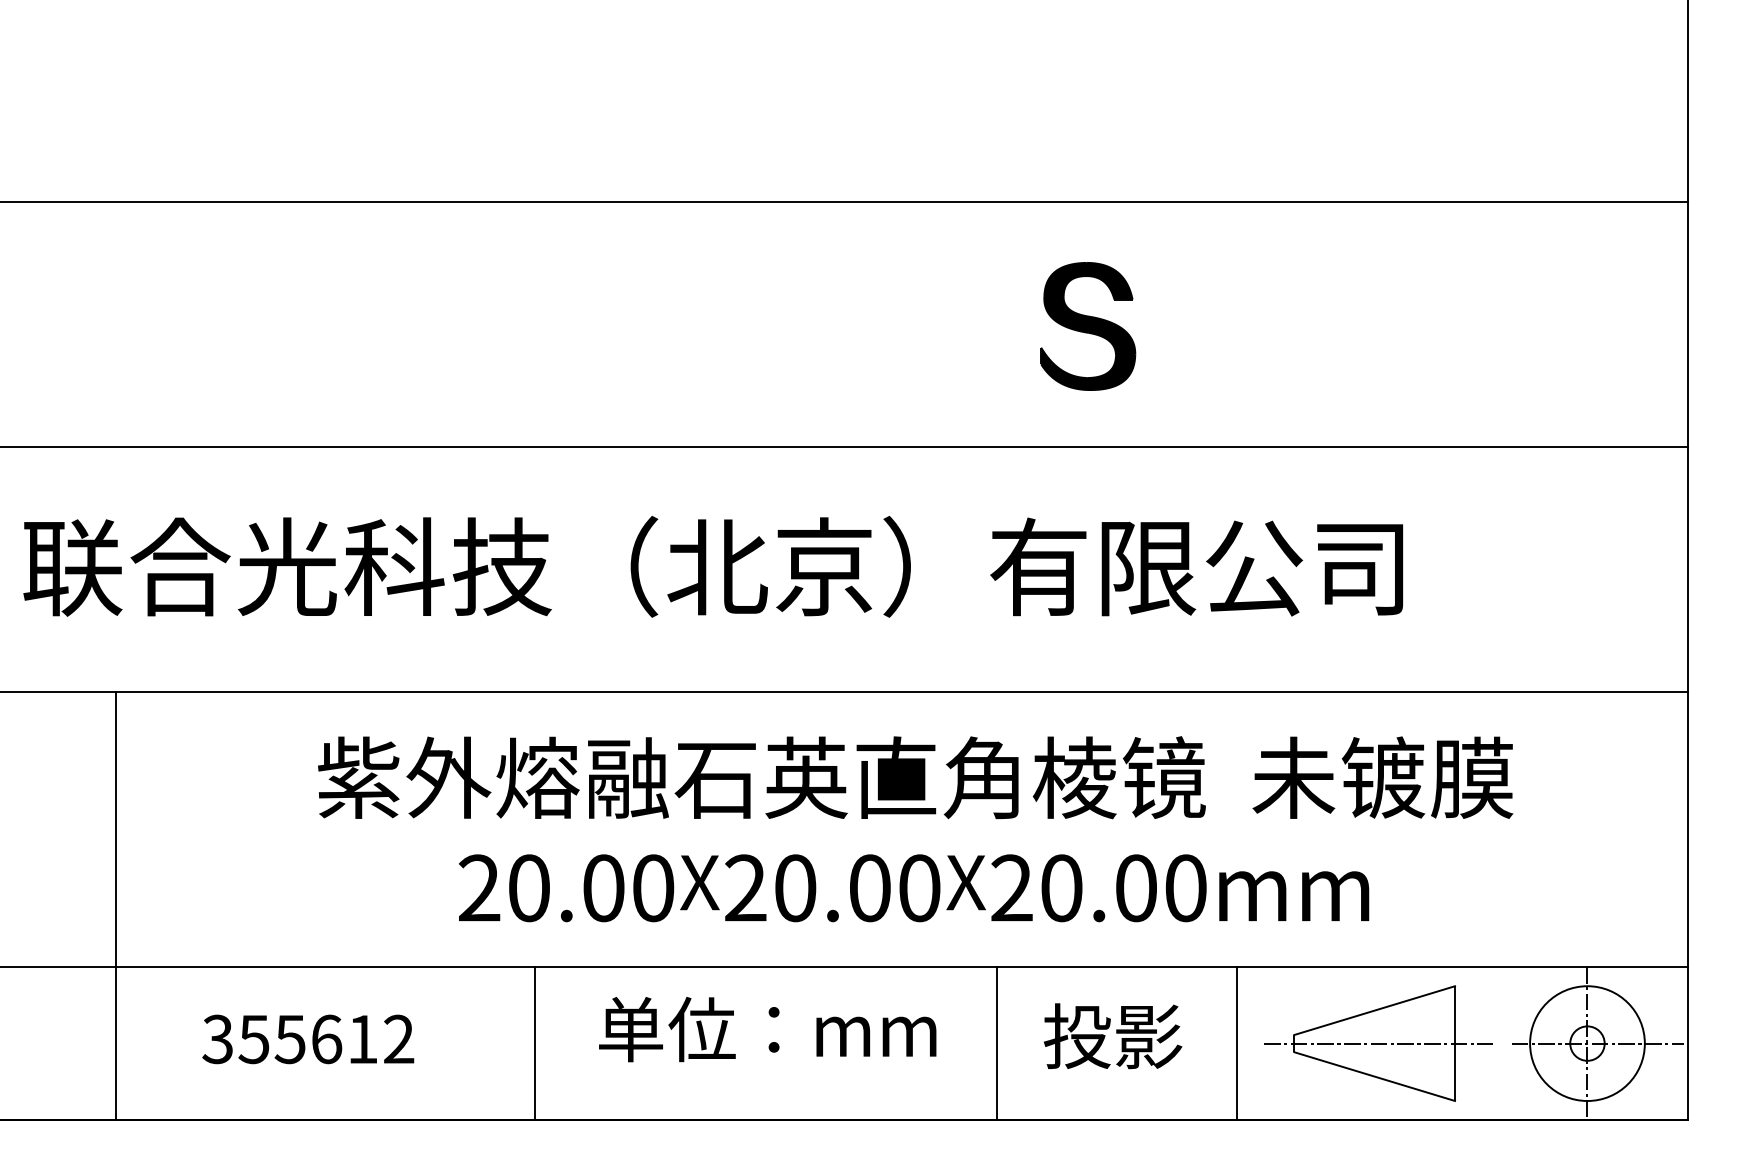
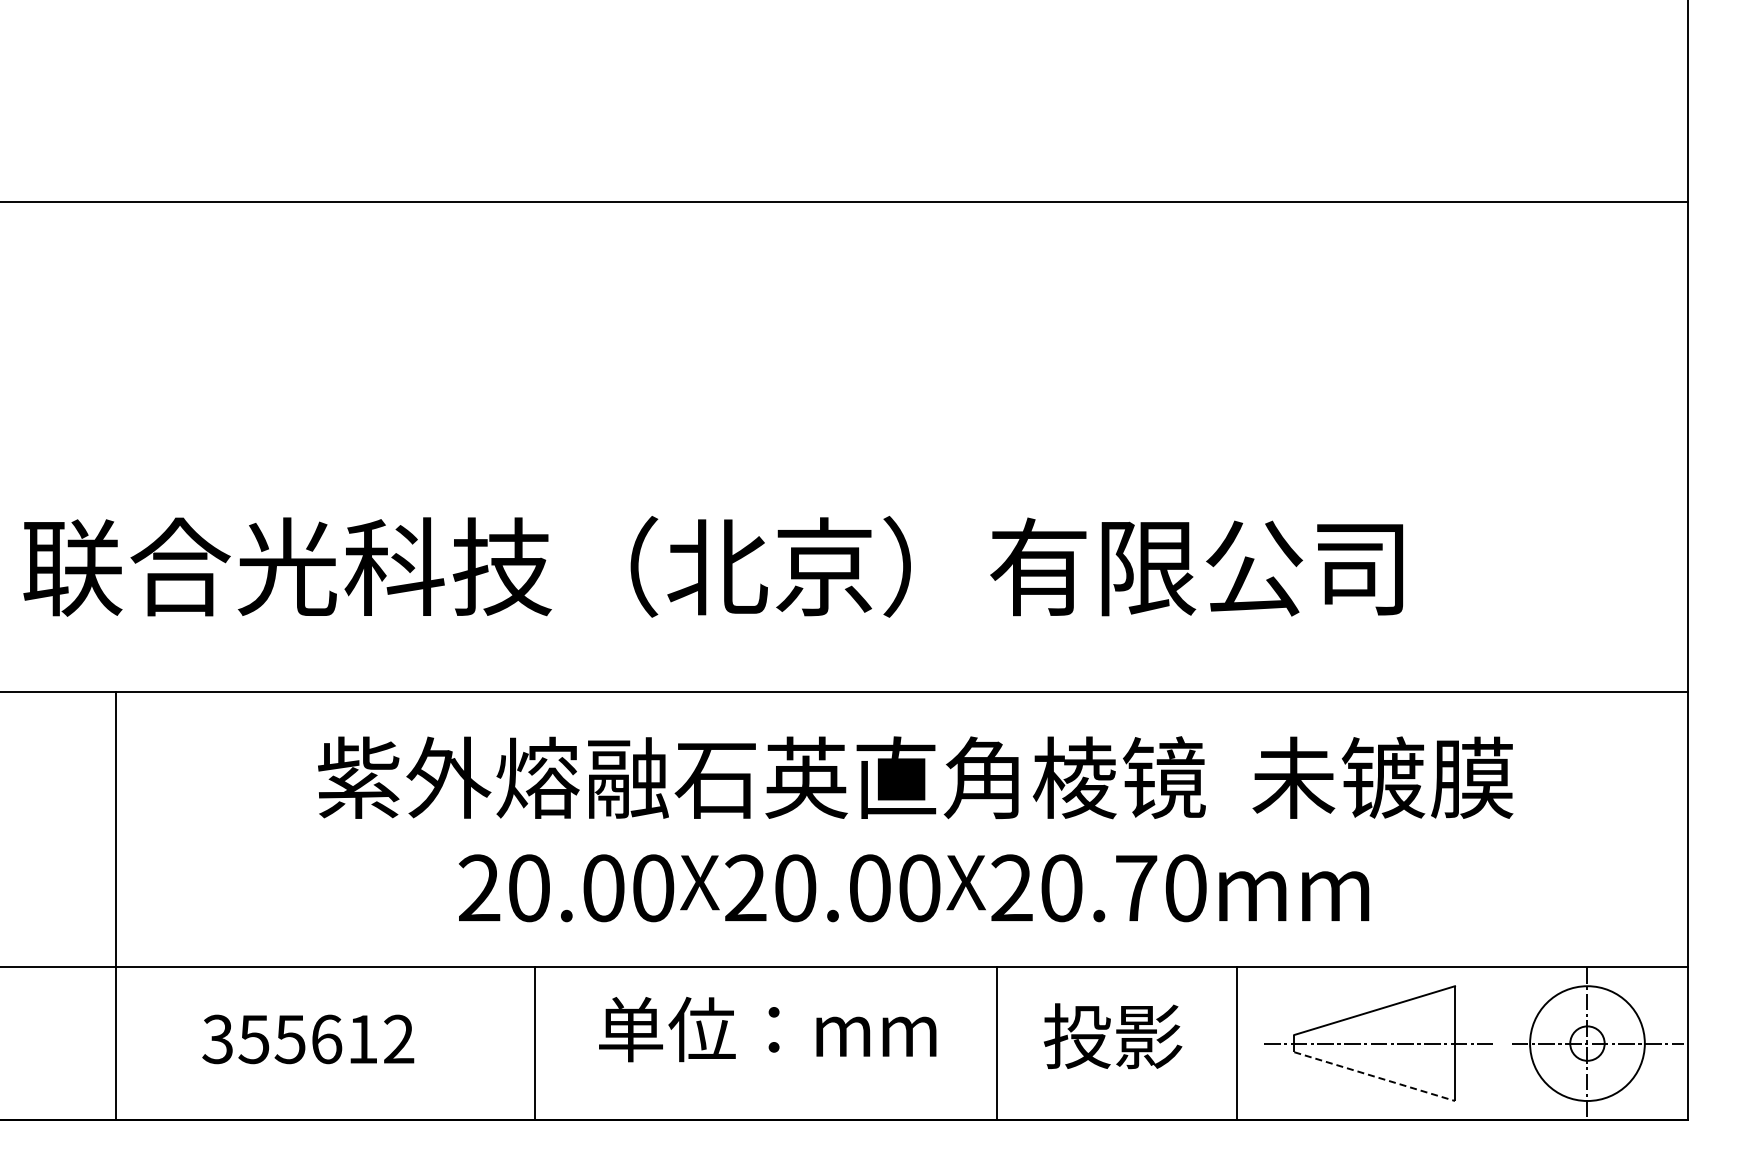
part at (1088, 326): present -> none
line at (844, 446): present -> none
text at (1136, 888): 20.00 -> 20.70
line at (1374, 1076): solid -> dashed
